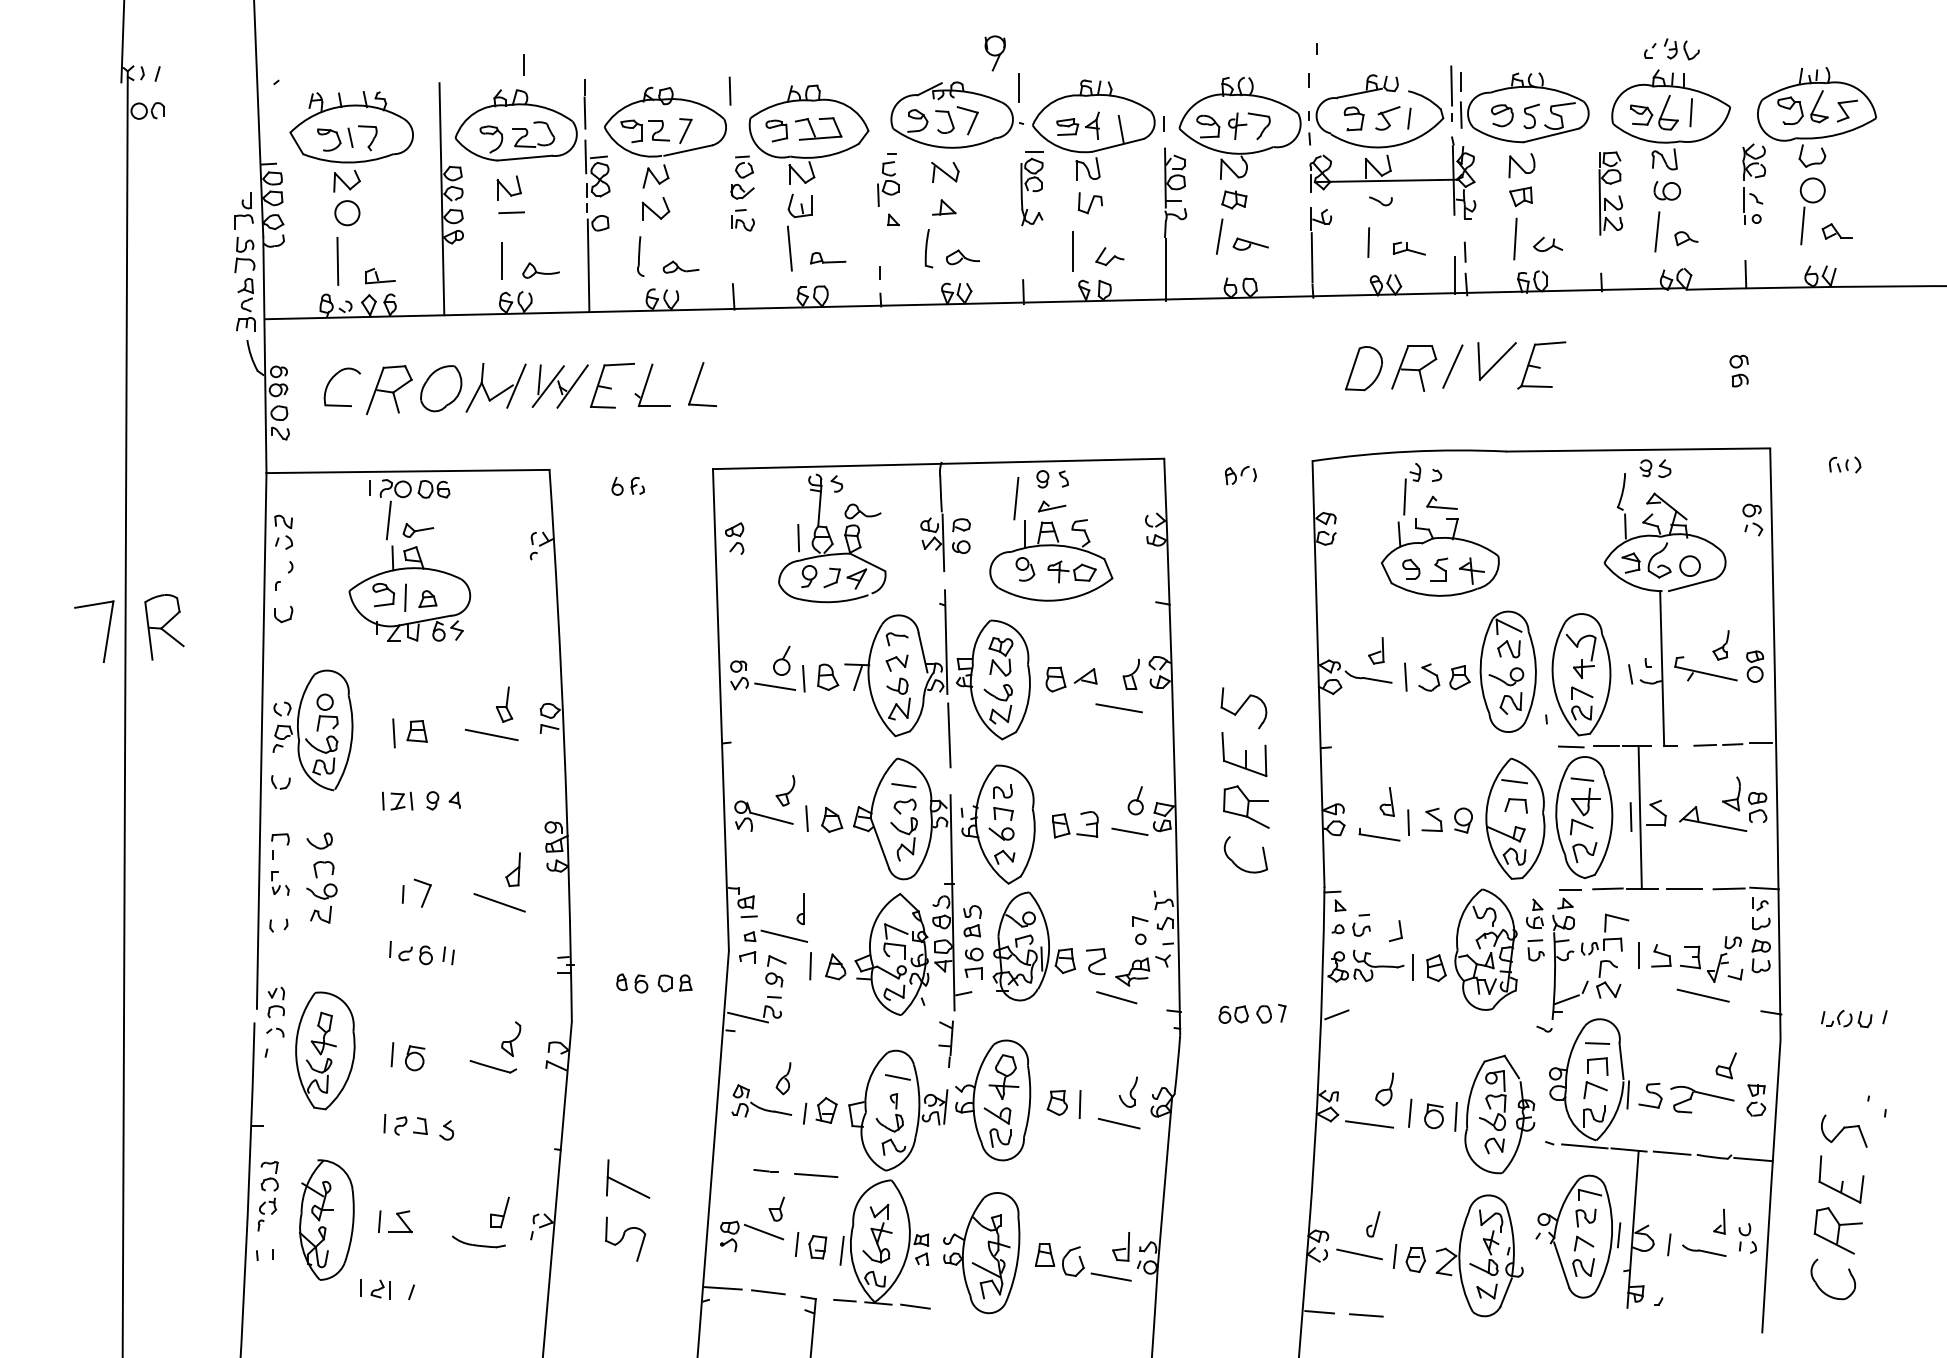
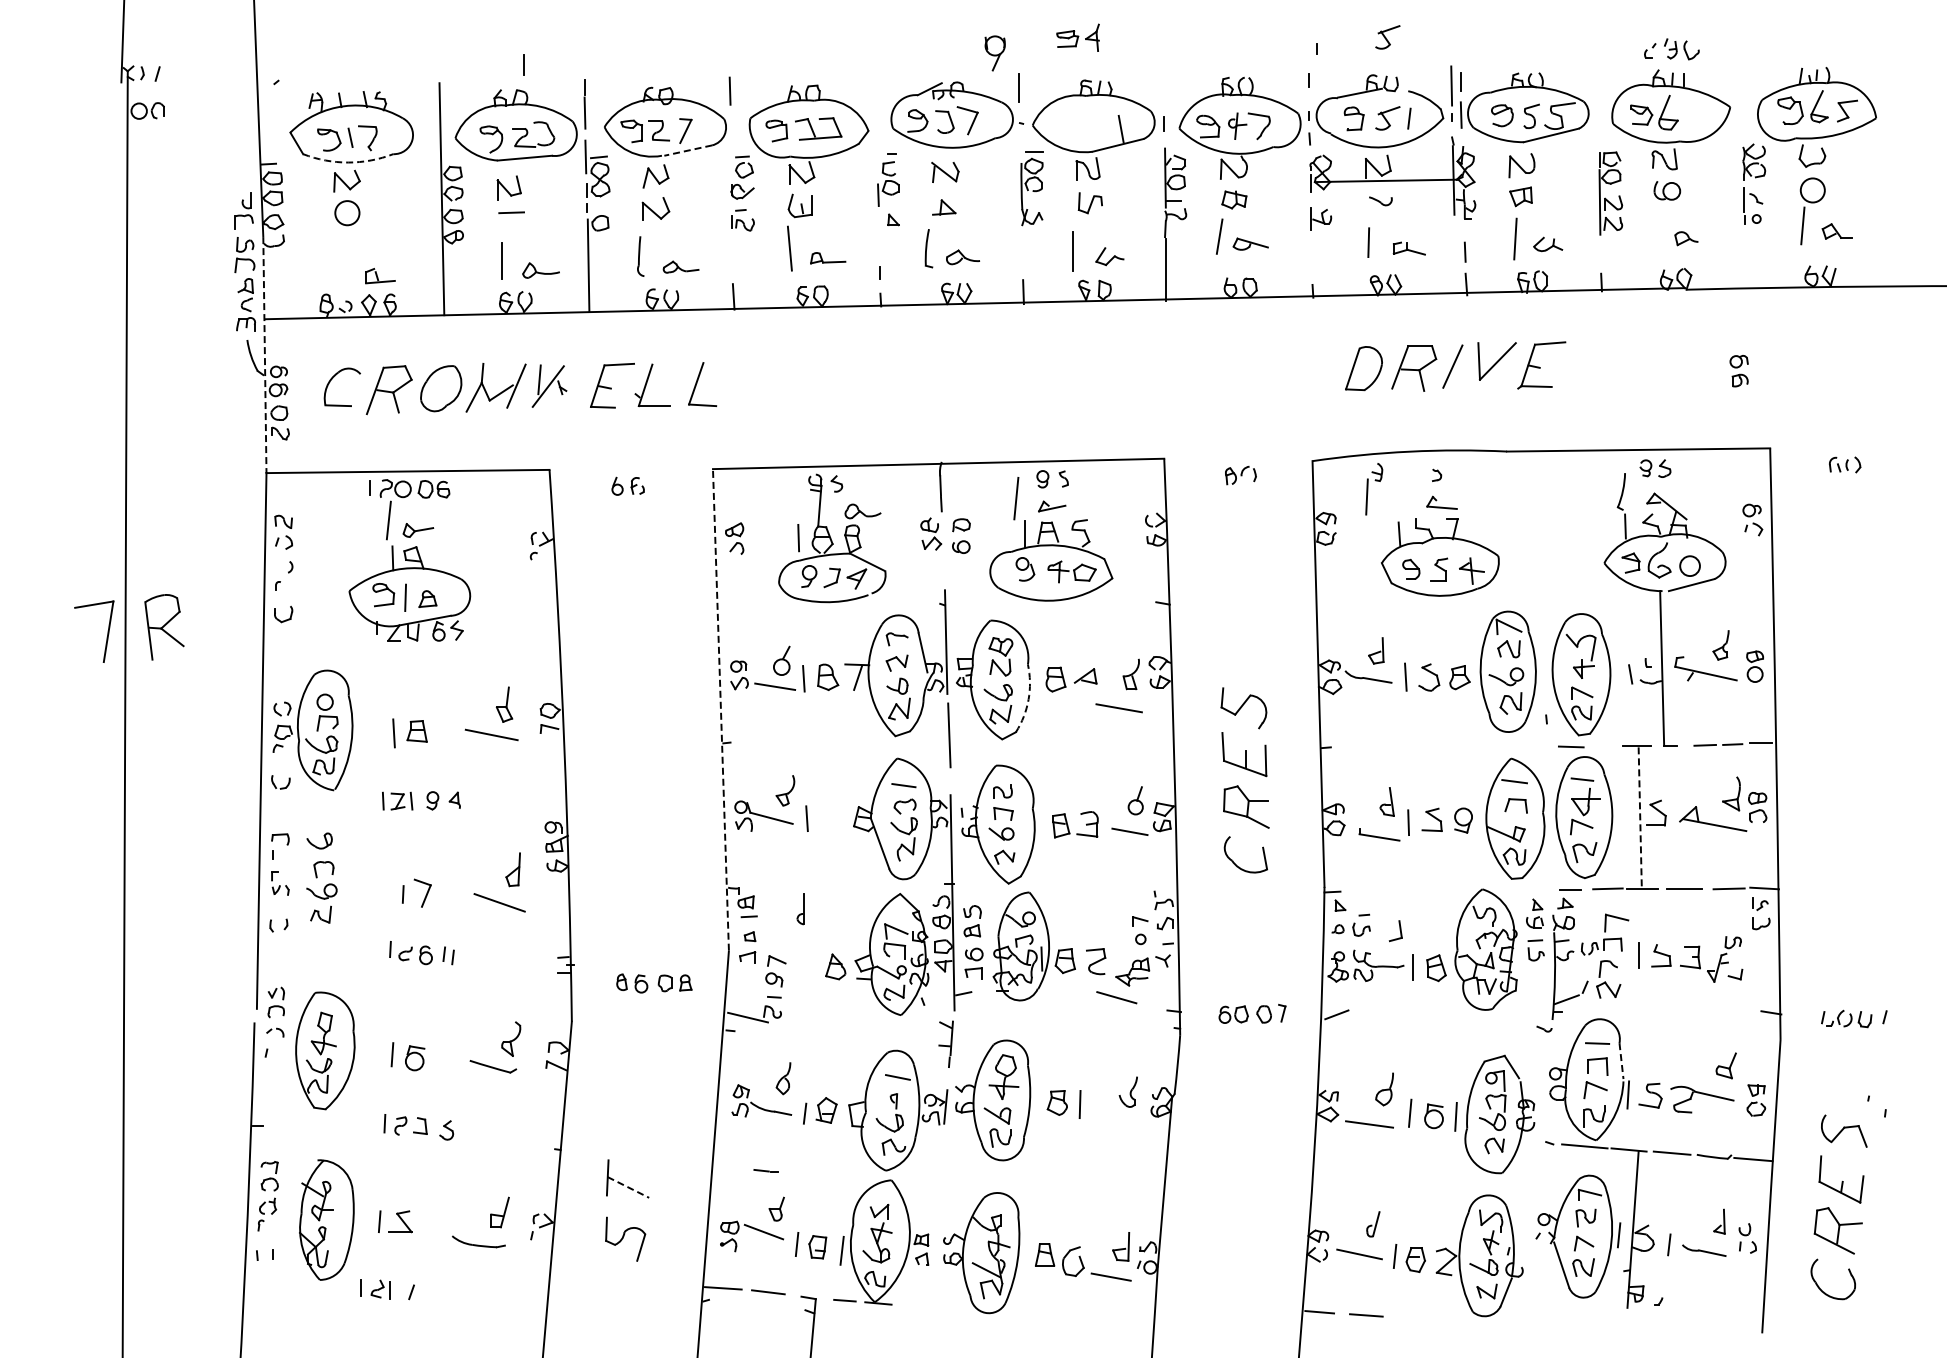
part at (1387, 37): none -> present
line at (1691, 112): present -> none
part at (1077, 125) position: (1077, 125) -> (1077, 37)
line at (687, 150): solid -> dashed
arc at (348, 162): solid -> dashed
line at (1657, 231): present -> none
line at (1311, 257): present -> none
line at (337, 260): present -> none
line at (1745, 274): present -> none
line at (1455, 275): present -> none
line at (264, 355): solid -> dashed
line at (572, 386): present -> none
part at (1412, 489) position: (1412, 489) -> (1374, 489)
line at (943, 542): present -> none
arc at (1028, 699): solid -> dashed
line at (720, 709): solid -> dashed
line at (1605, 745): present -> none
line at (1630, 817): present -> none
line at (1640, 817): solid -> dashed
part at (832, 819): present -> none
line at (784, 935): present -> none
part at (1760, 956): present -> none
line at (810, 966): present -> none
line at (1702, 995): present -> none
line at (1621, 1061): solid -> dashed
line at (1118, 1123): present -> none
line at (816, 1175): present -> none
line at (628, 1187): solid -> dashed
line at (915, 1306): present -> none
